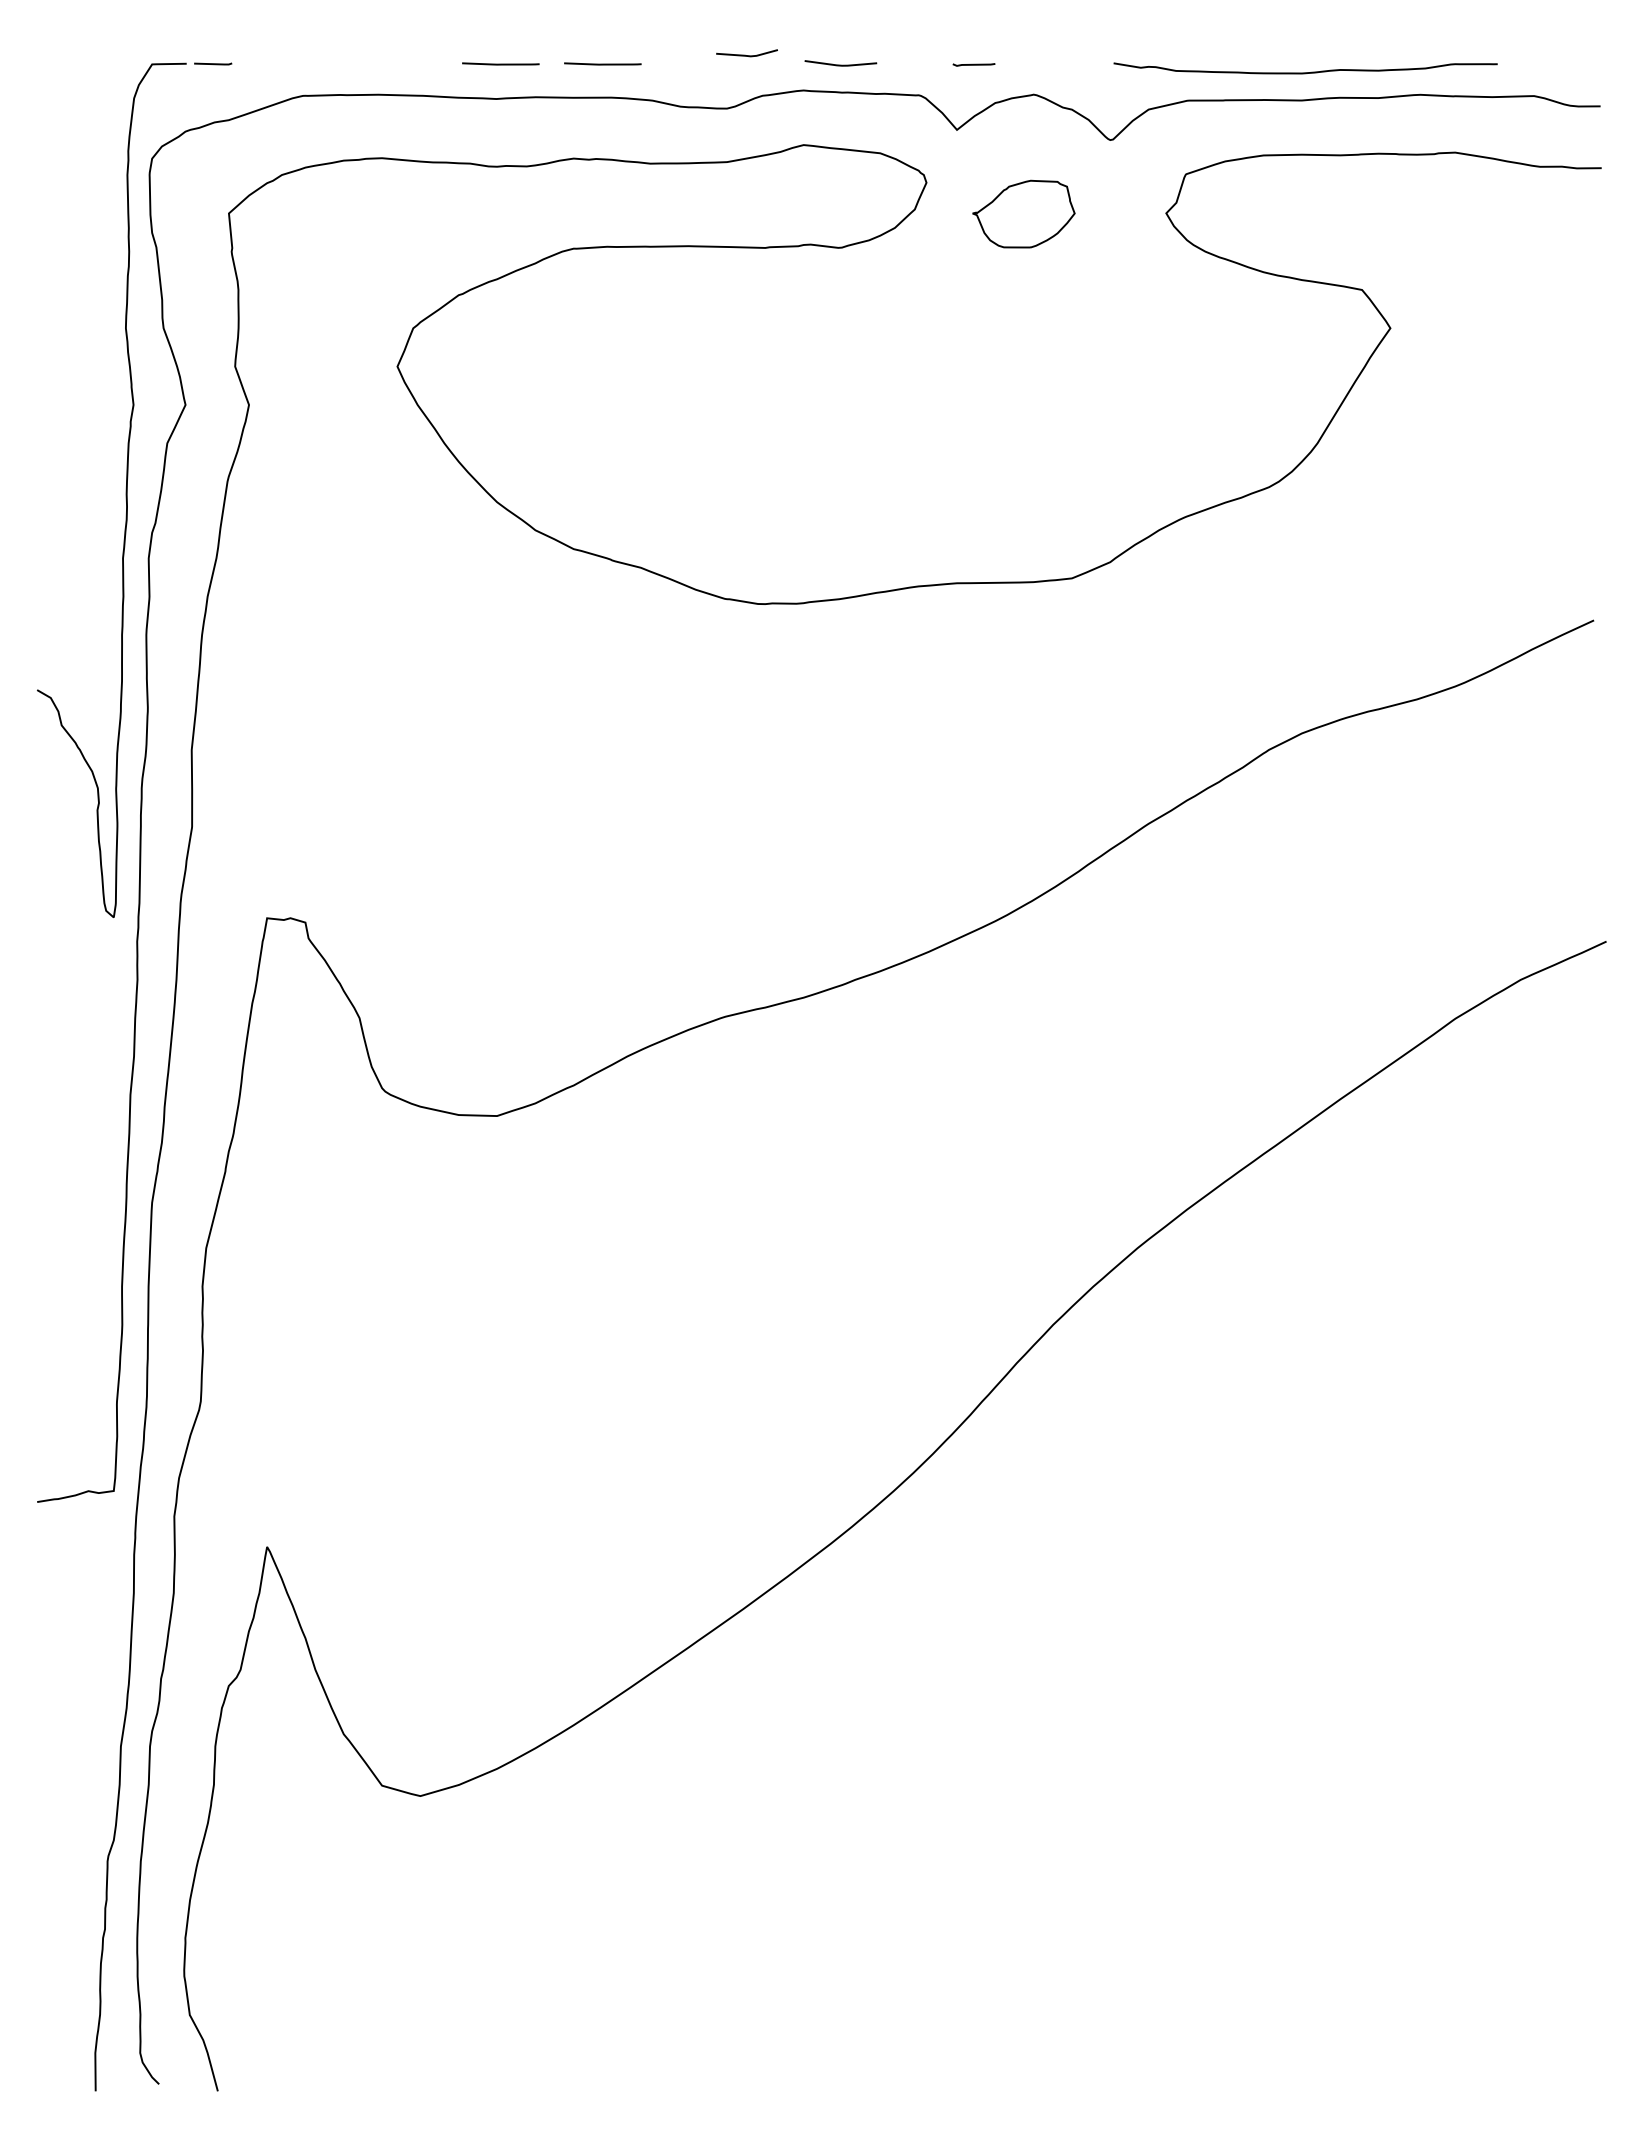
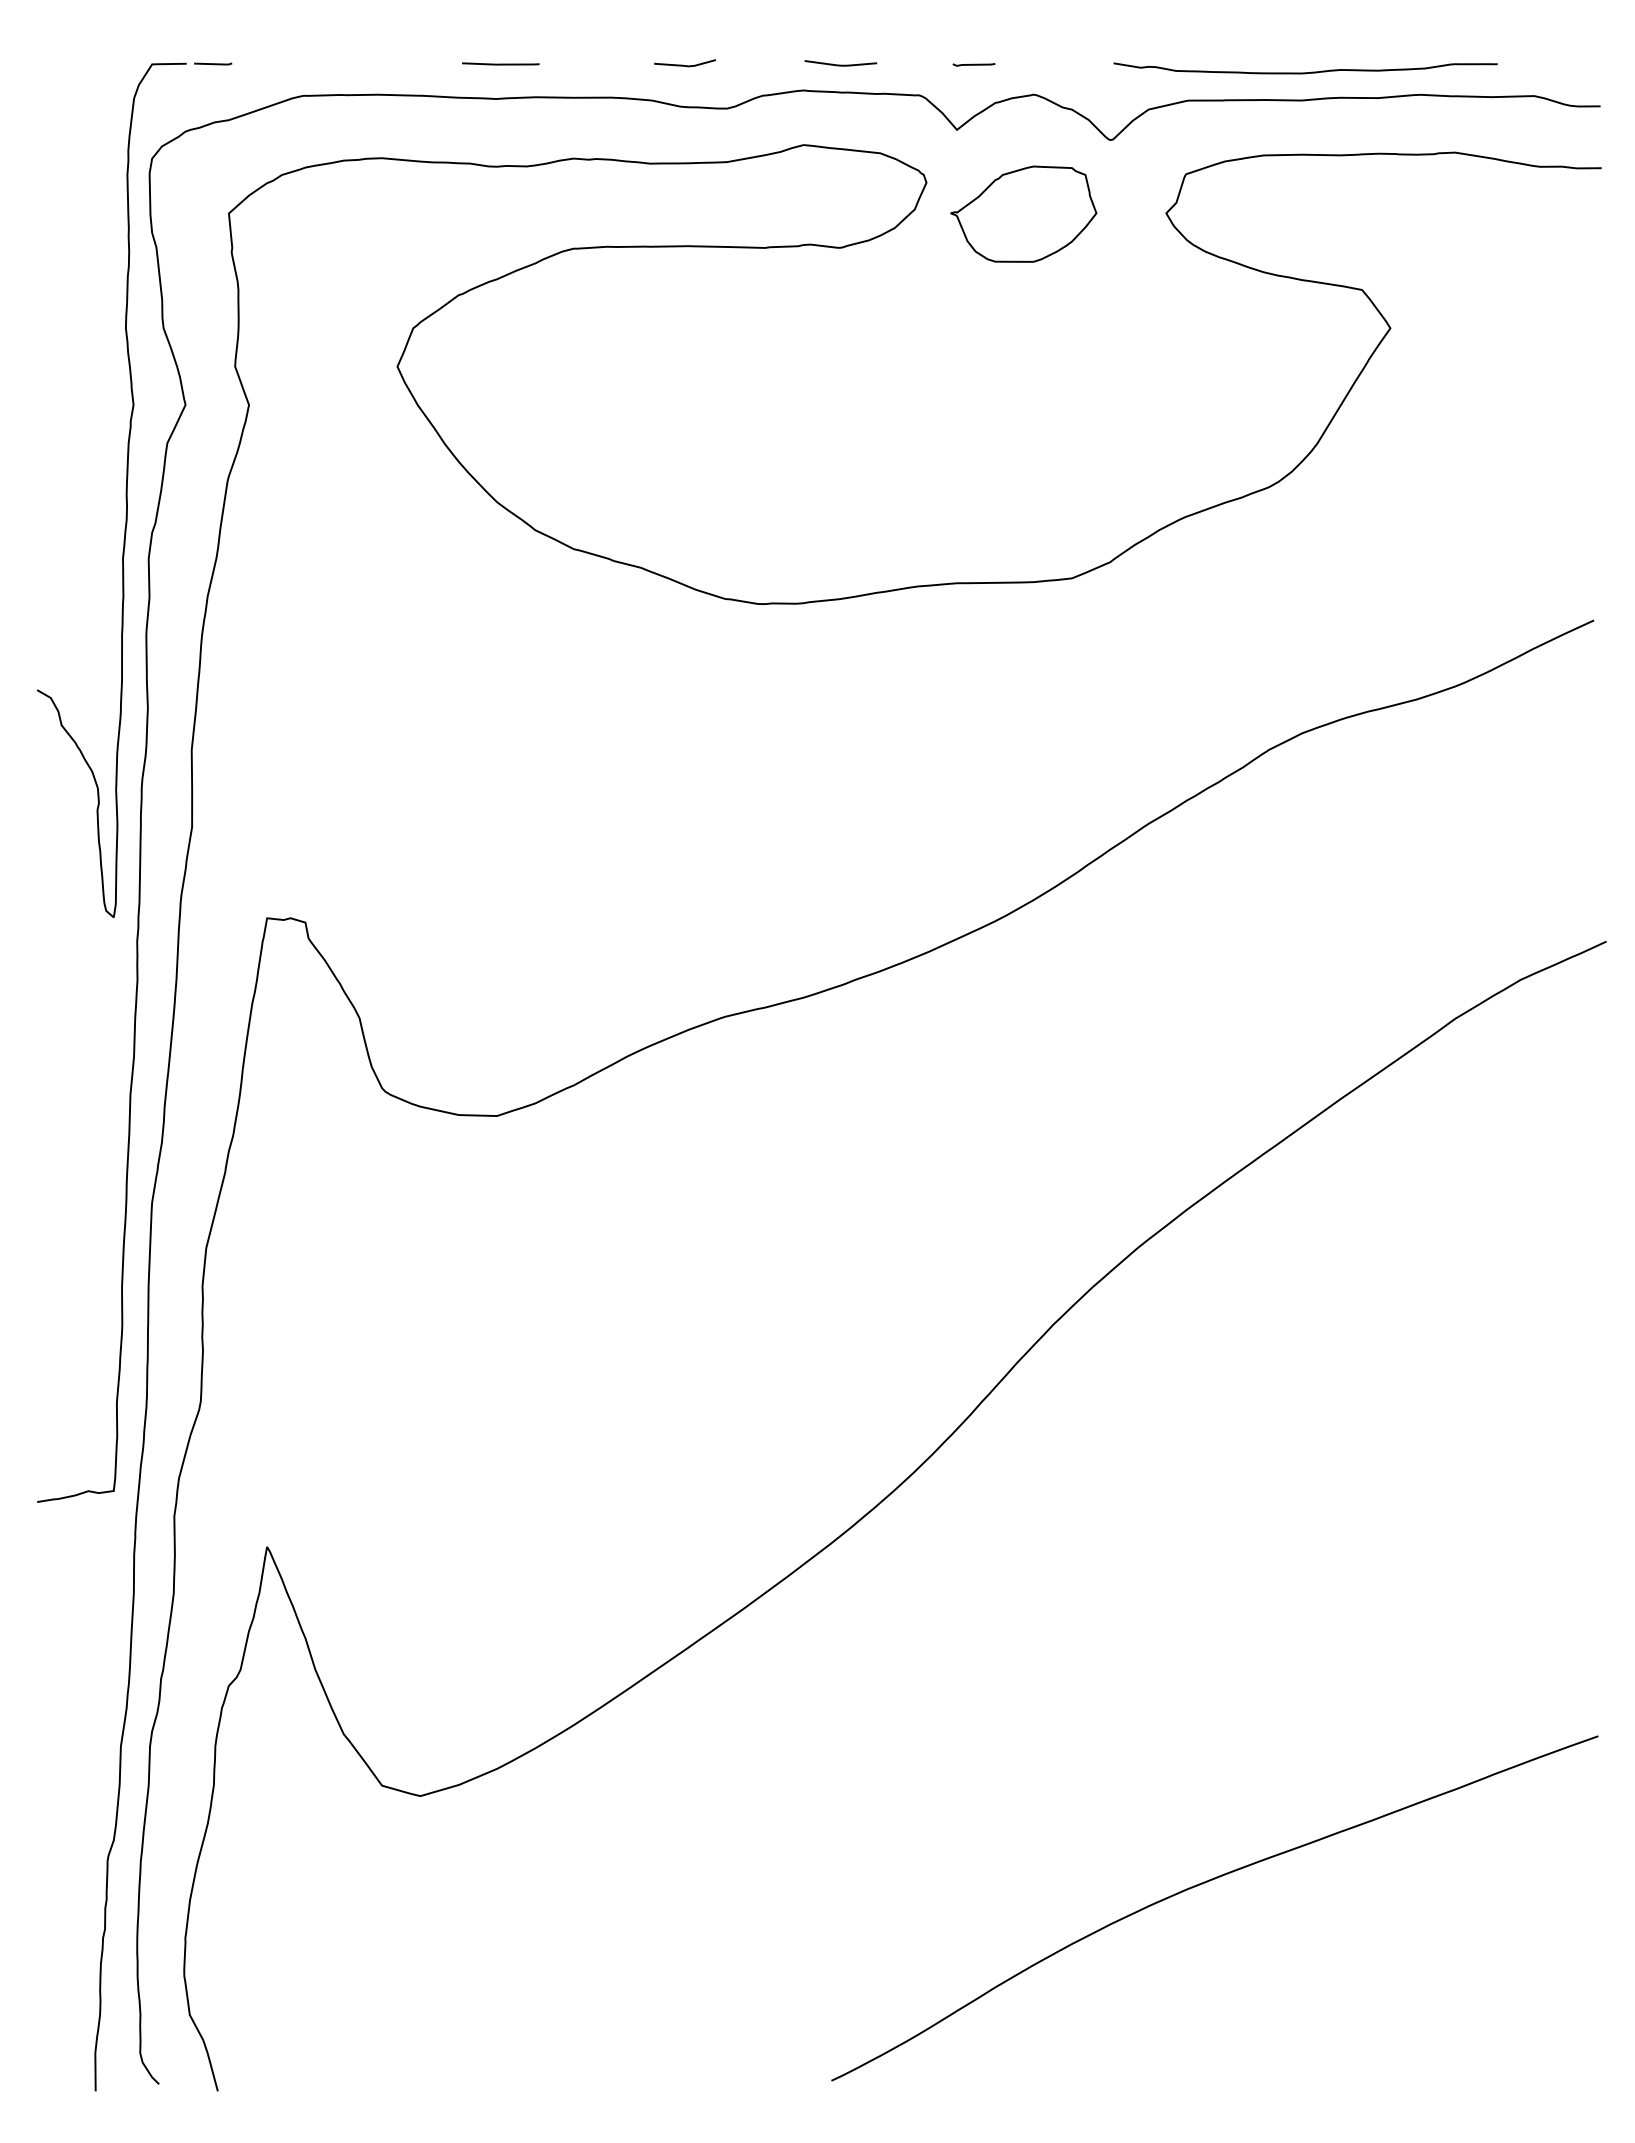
line at (745, 54) position: (745, 54) -> (683, 64)
line at (602, 63): present -> none
part at (1023, 213) size: 104x70 px -> 148x98 px
curve at (1205, 1883): none -> present
